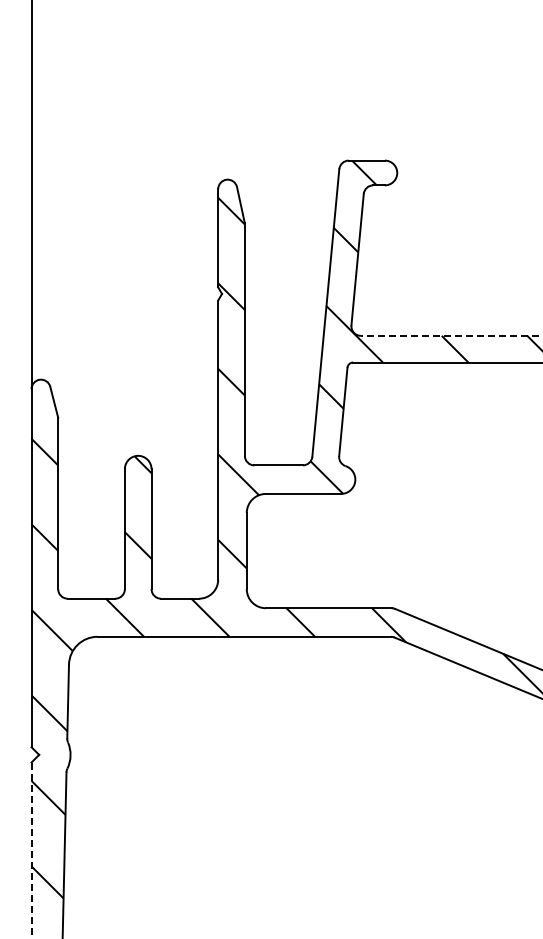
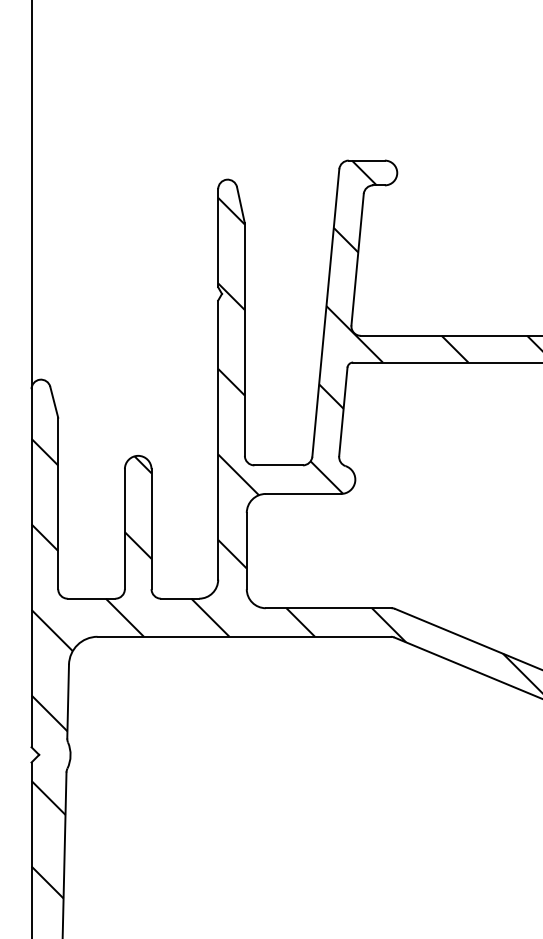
line at (451, 335): dashed -> solid
line at (31, 850): dashed -> solid
